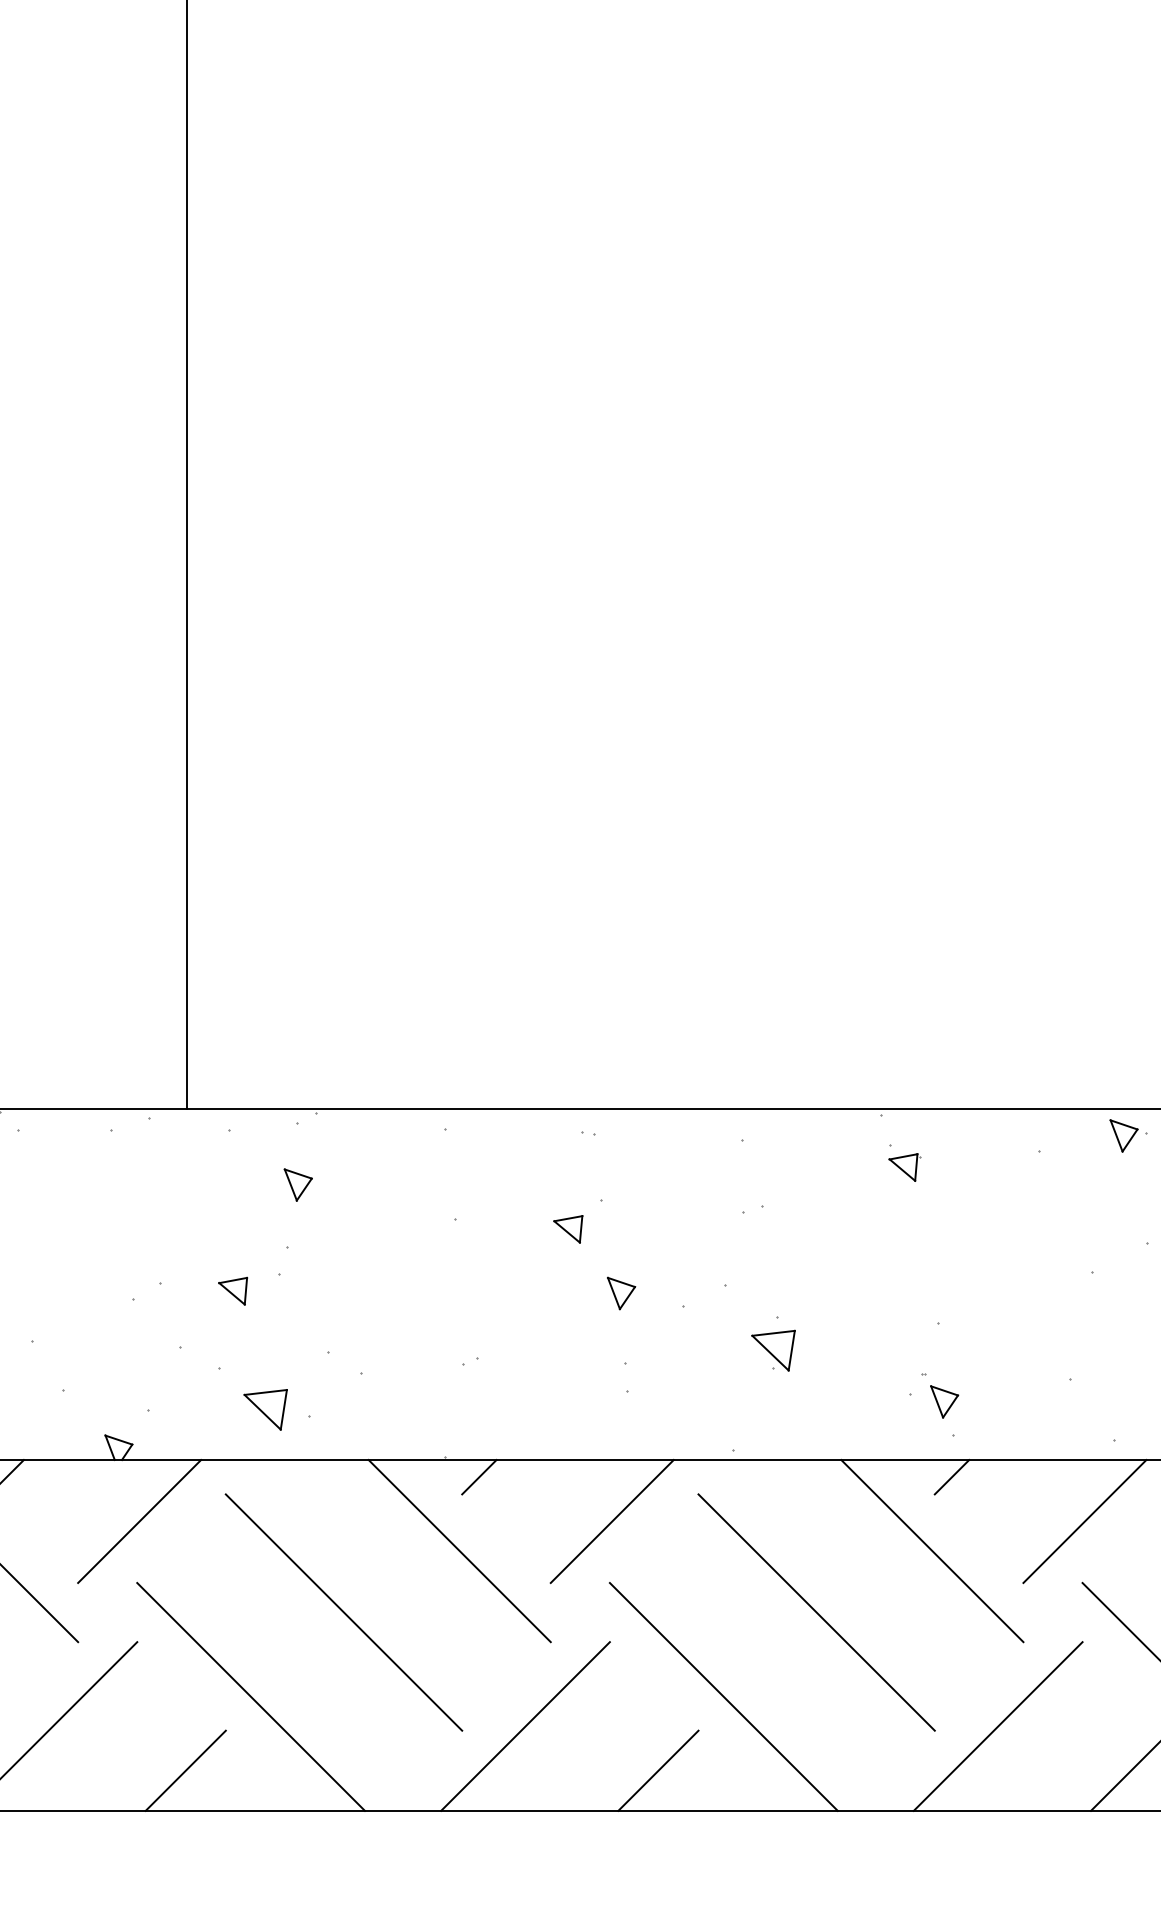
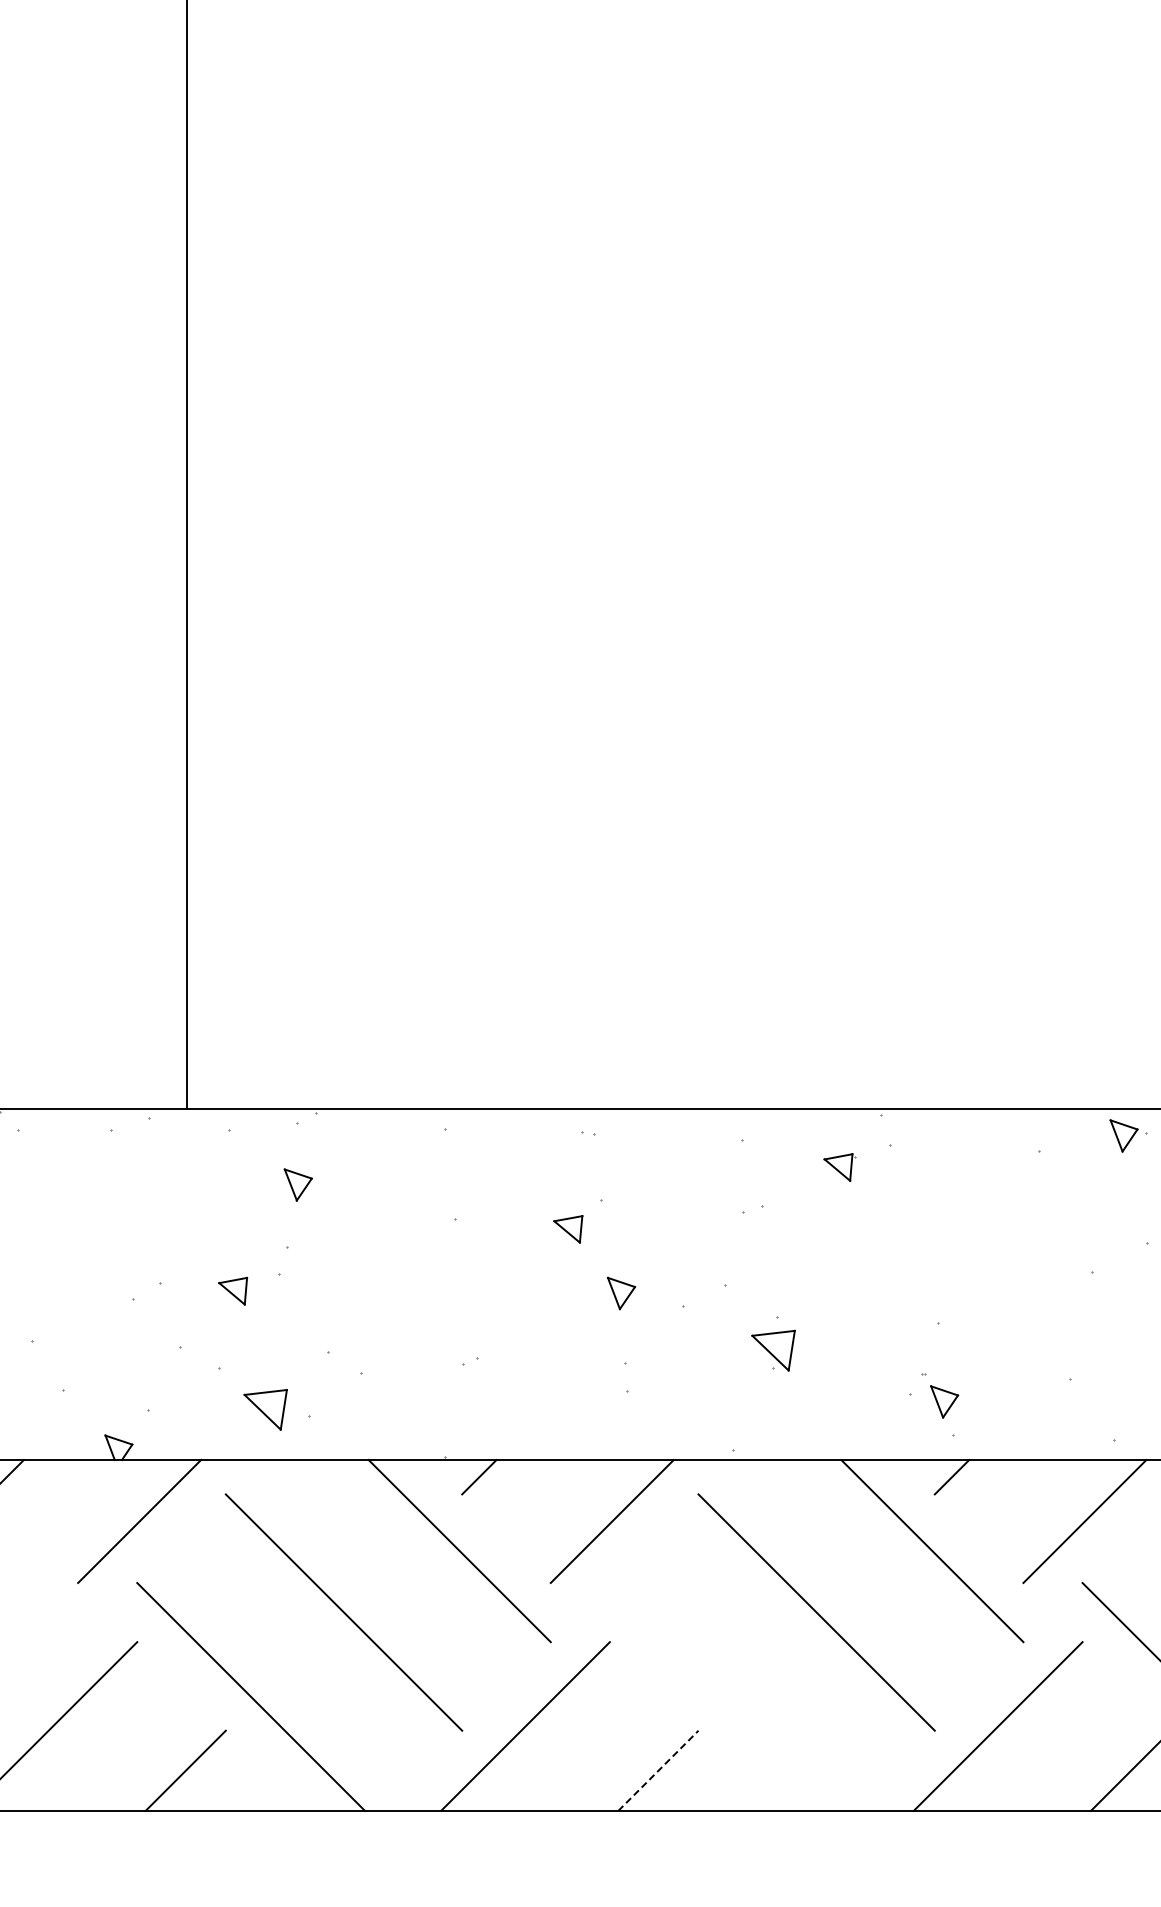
part at (904, 1167) position: (904, 1167) -> (839, 1167)
line at (40, 1604): present -> none
line at (723, 1696): present -> none
line at (658, 1770): solid -> dashed
